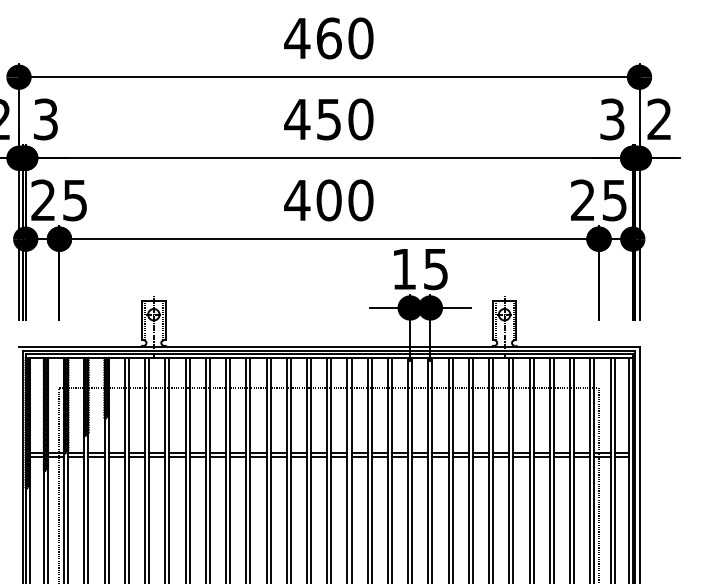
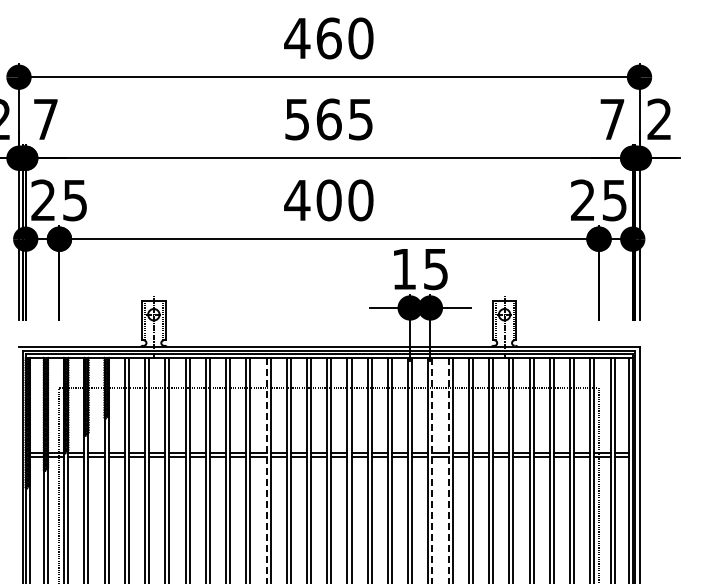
text at (45, 119): 3 -> 7
text at (328, 119): 450 -> 565
text at (612, 119): 3 -> 7
line at (266, 470): solid -> dashed
line at (432, 470): solid -> dashed
line at (448, 470): solid -> dashed
